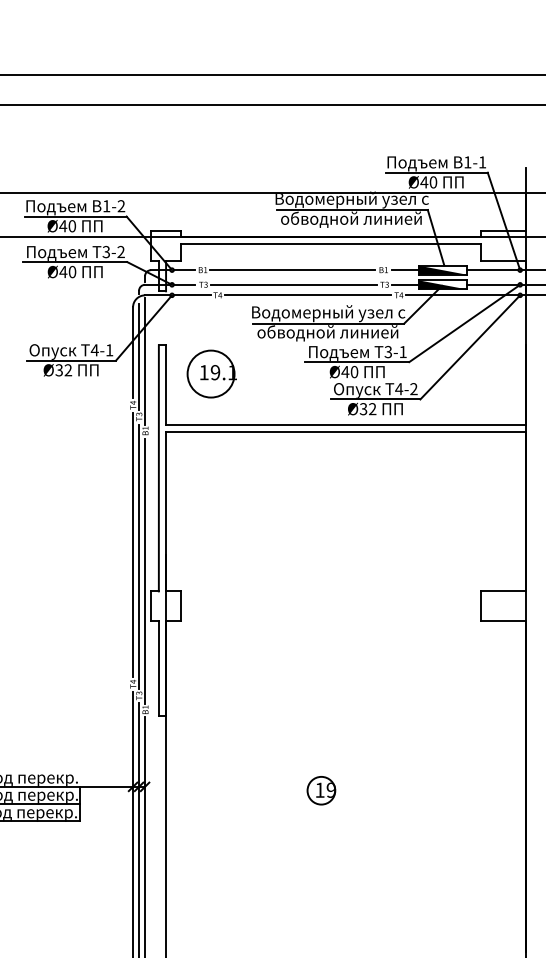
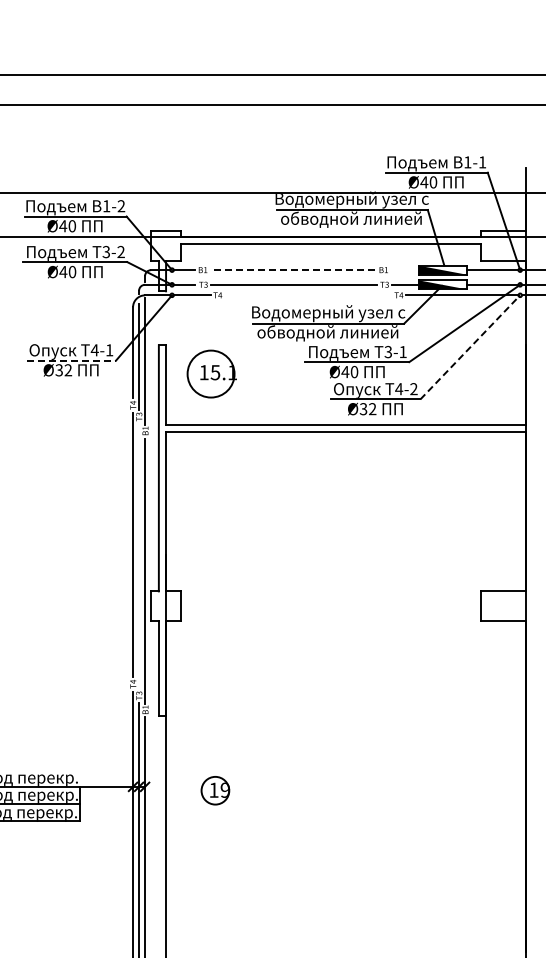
line at (292, 270): solid -> dashed
line at (404, 270): present -> none
line at (307, 295): present -> none
line at (470, 347): solid -> dashed
line at (71, 360): solid -> dashed
text at (215, 372): 19.1 -> 15.1
line at (139, 556): present -> none
part at (321, 790) position: (321, 790) -> (215, 790)
